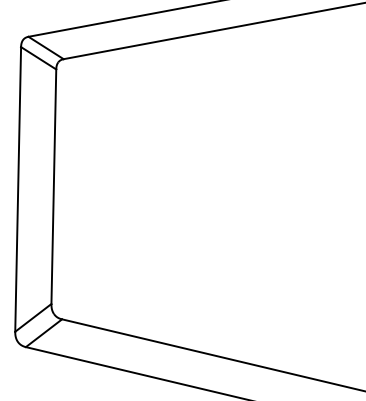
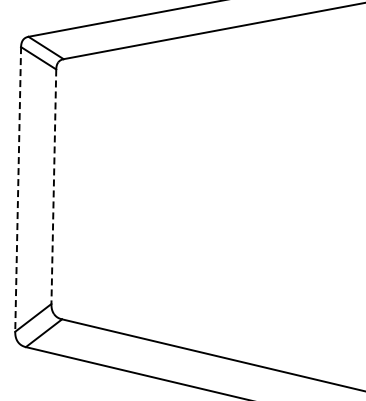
line at (53, 187): solid -> dashed
line at (18, 189): solid -> dashed
